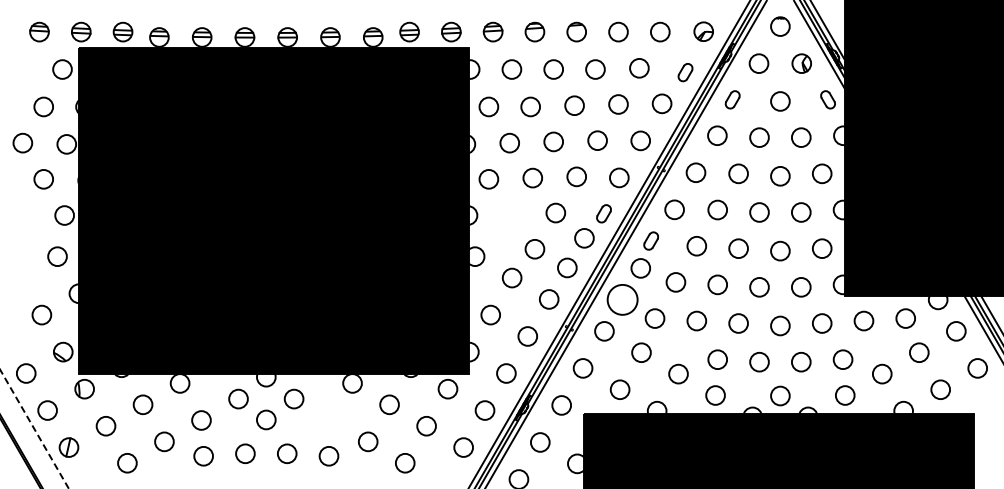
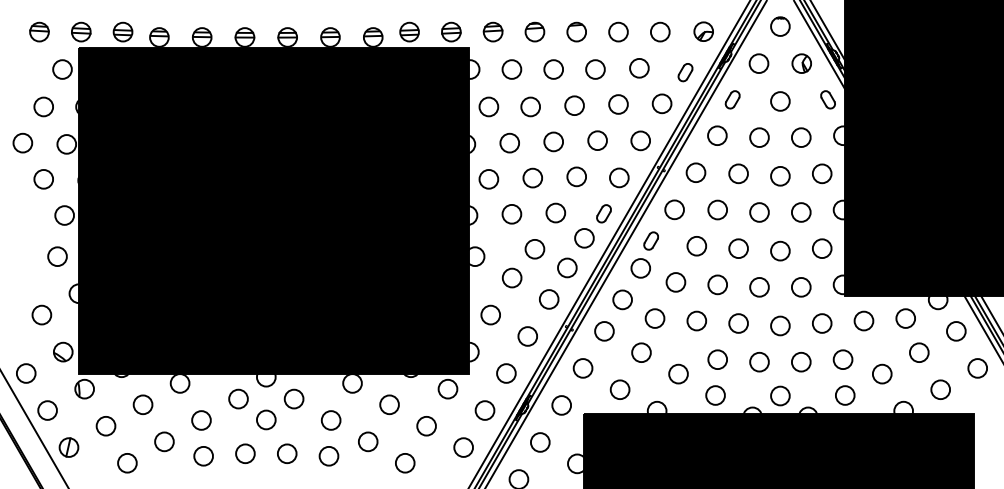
circle at (511, 214): none -> present
circle at (622, 299) diameter: 30 px -> 19 px
circle at (330, 420): none -> present
line at (34, 429): dashed -> solid
